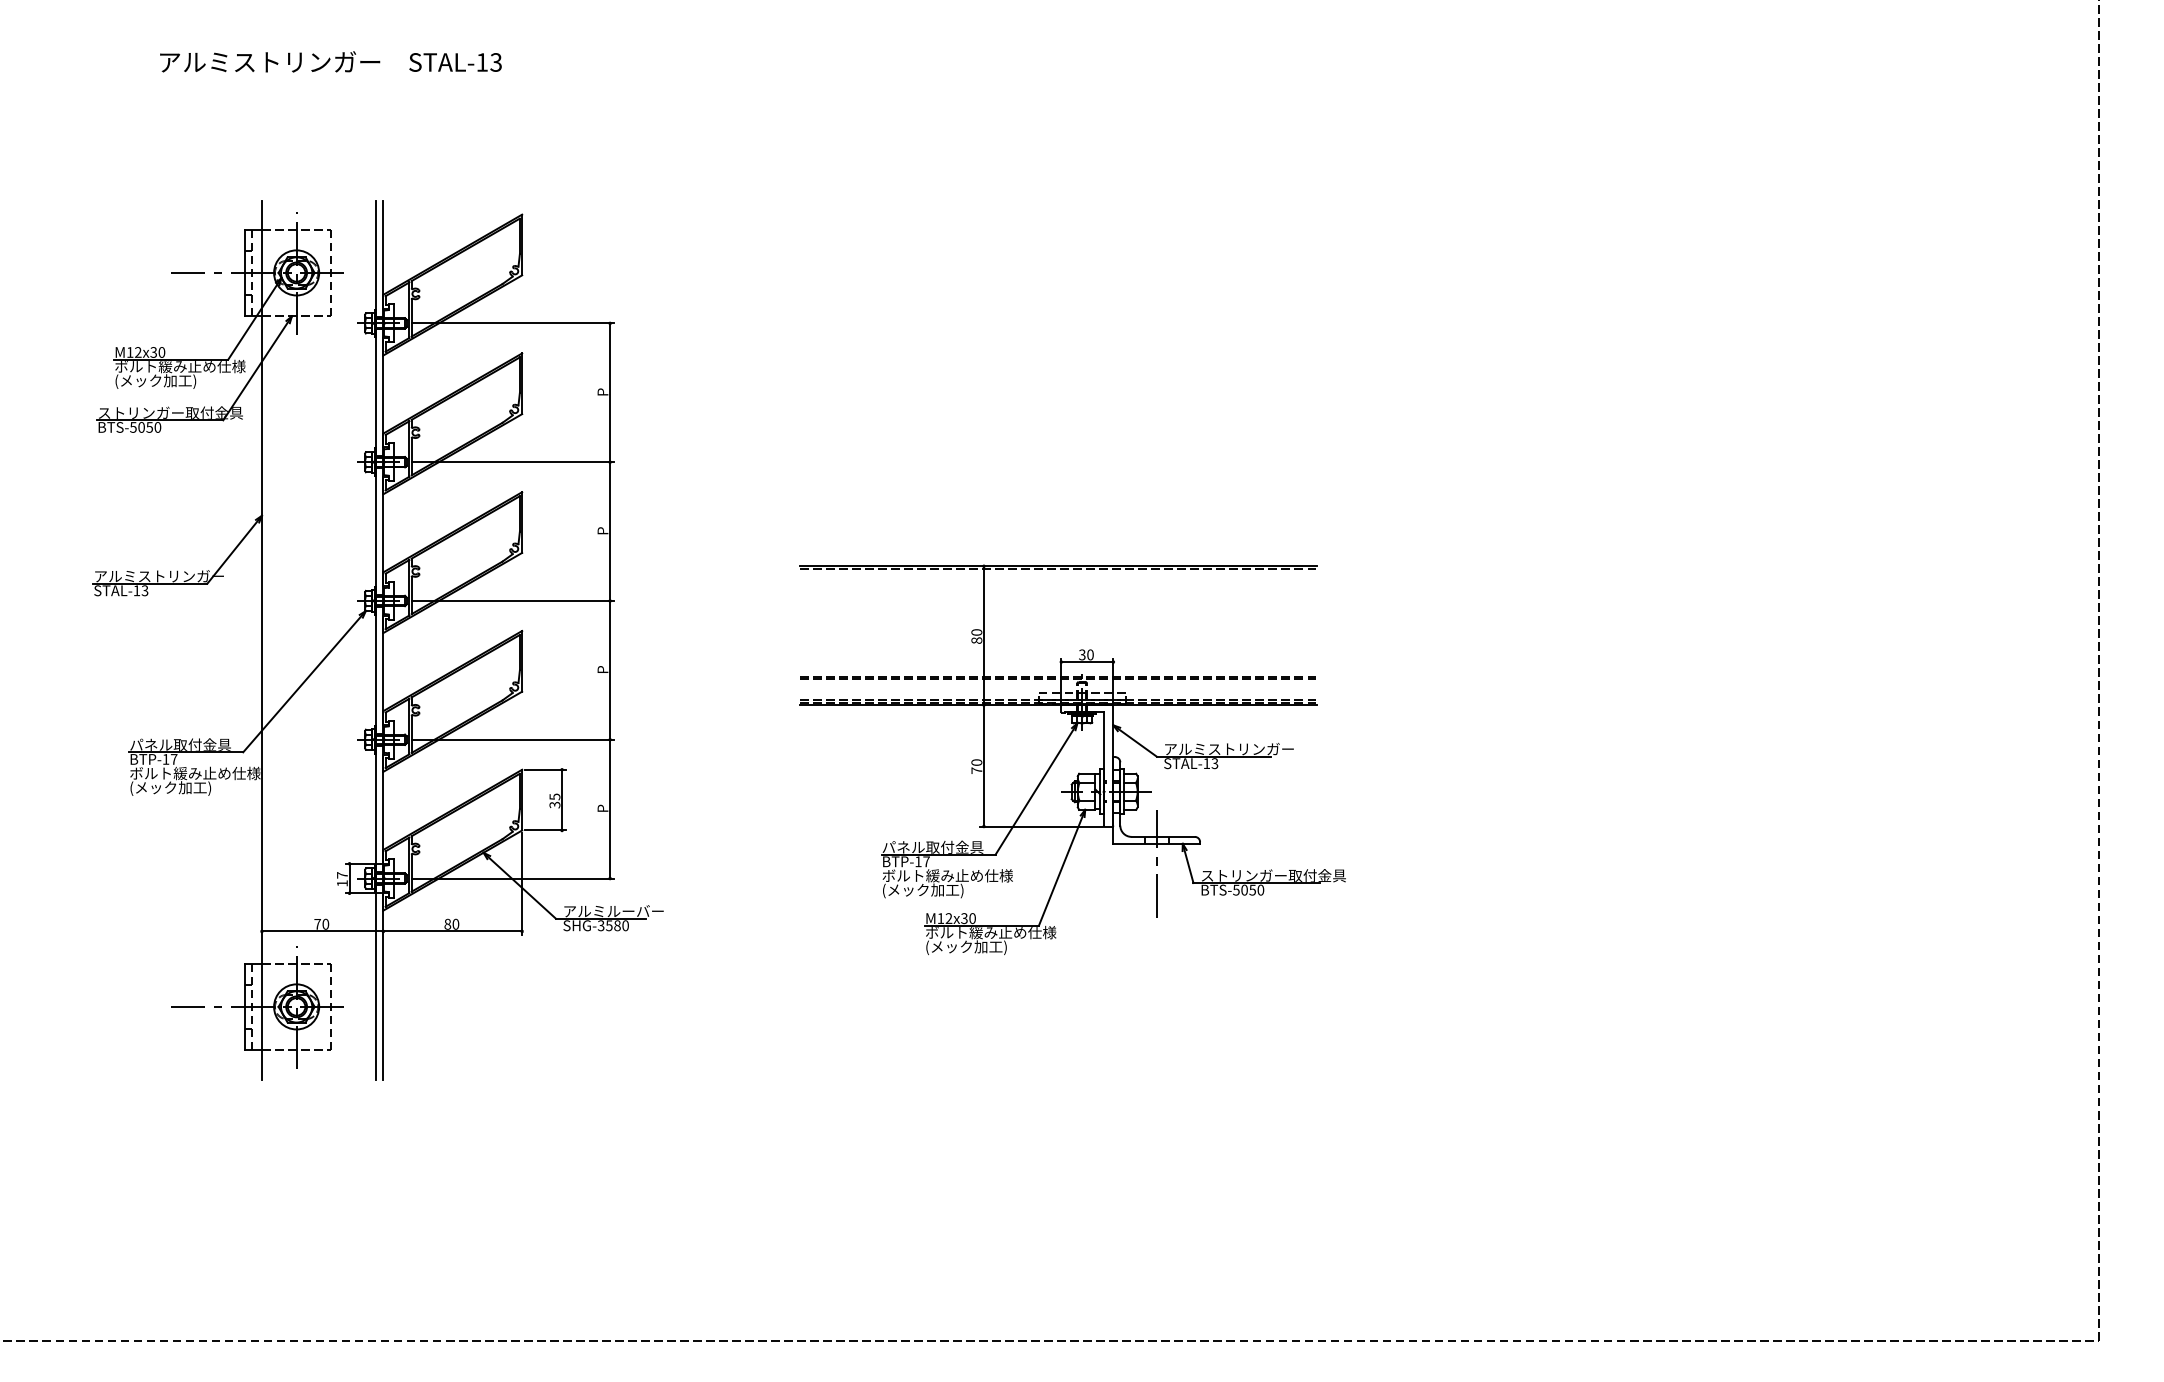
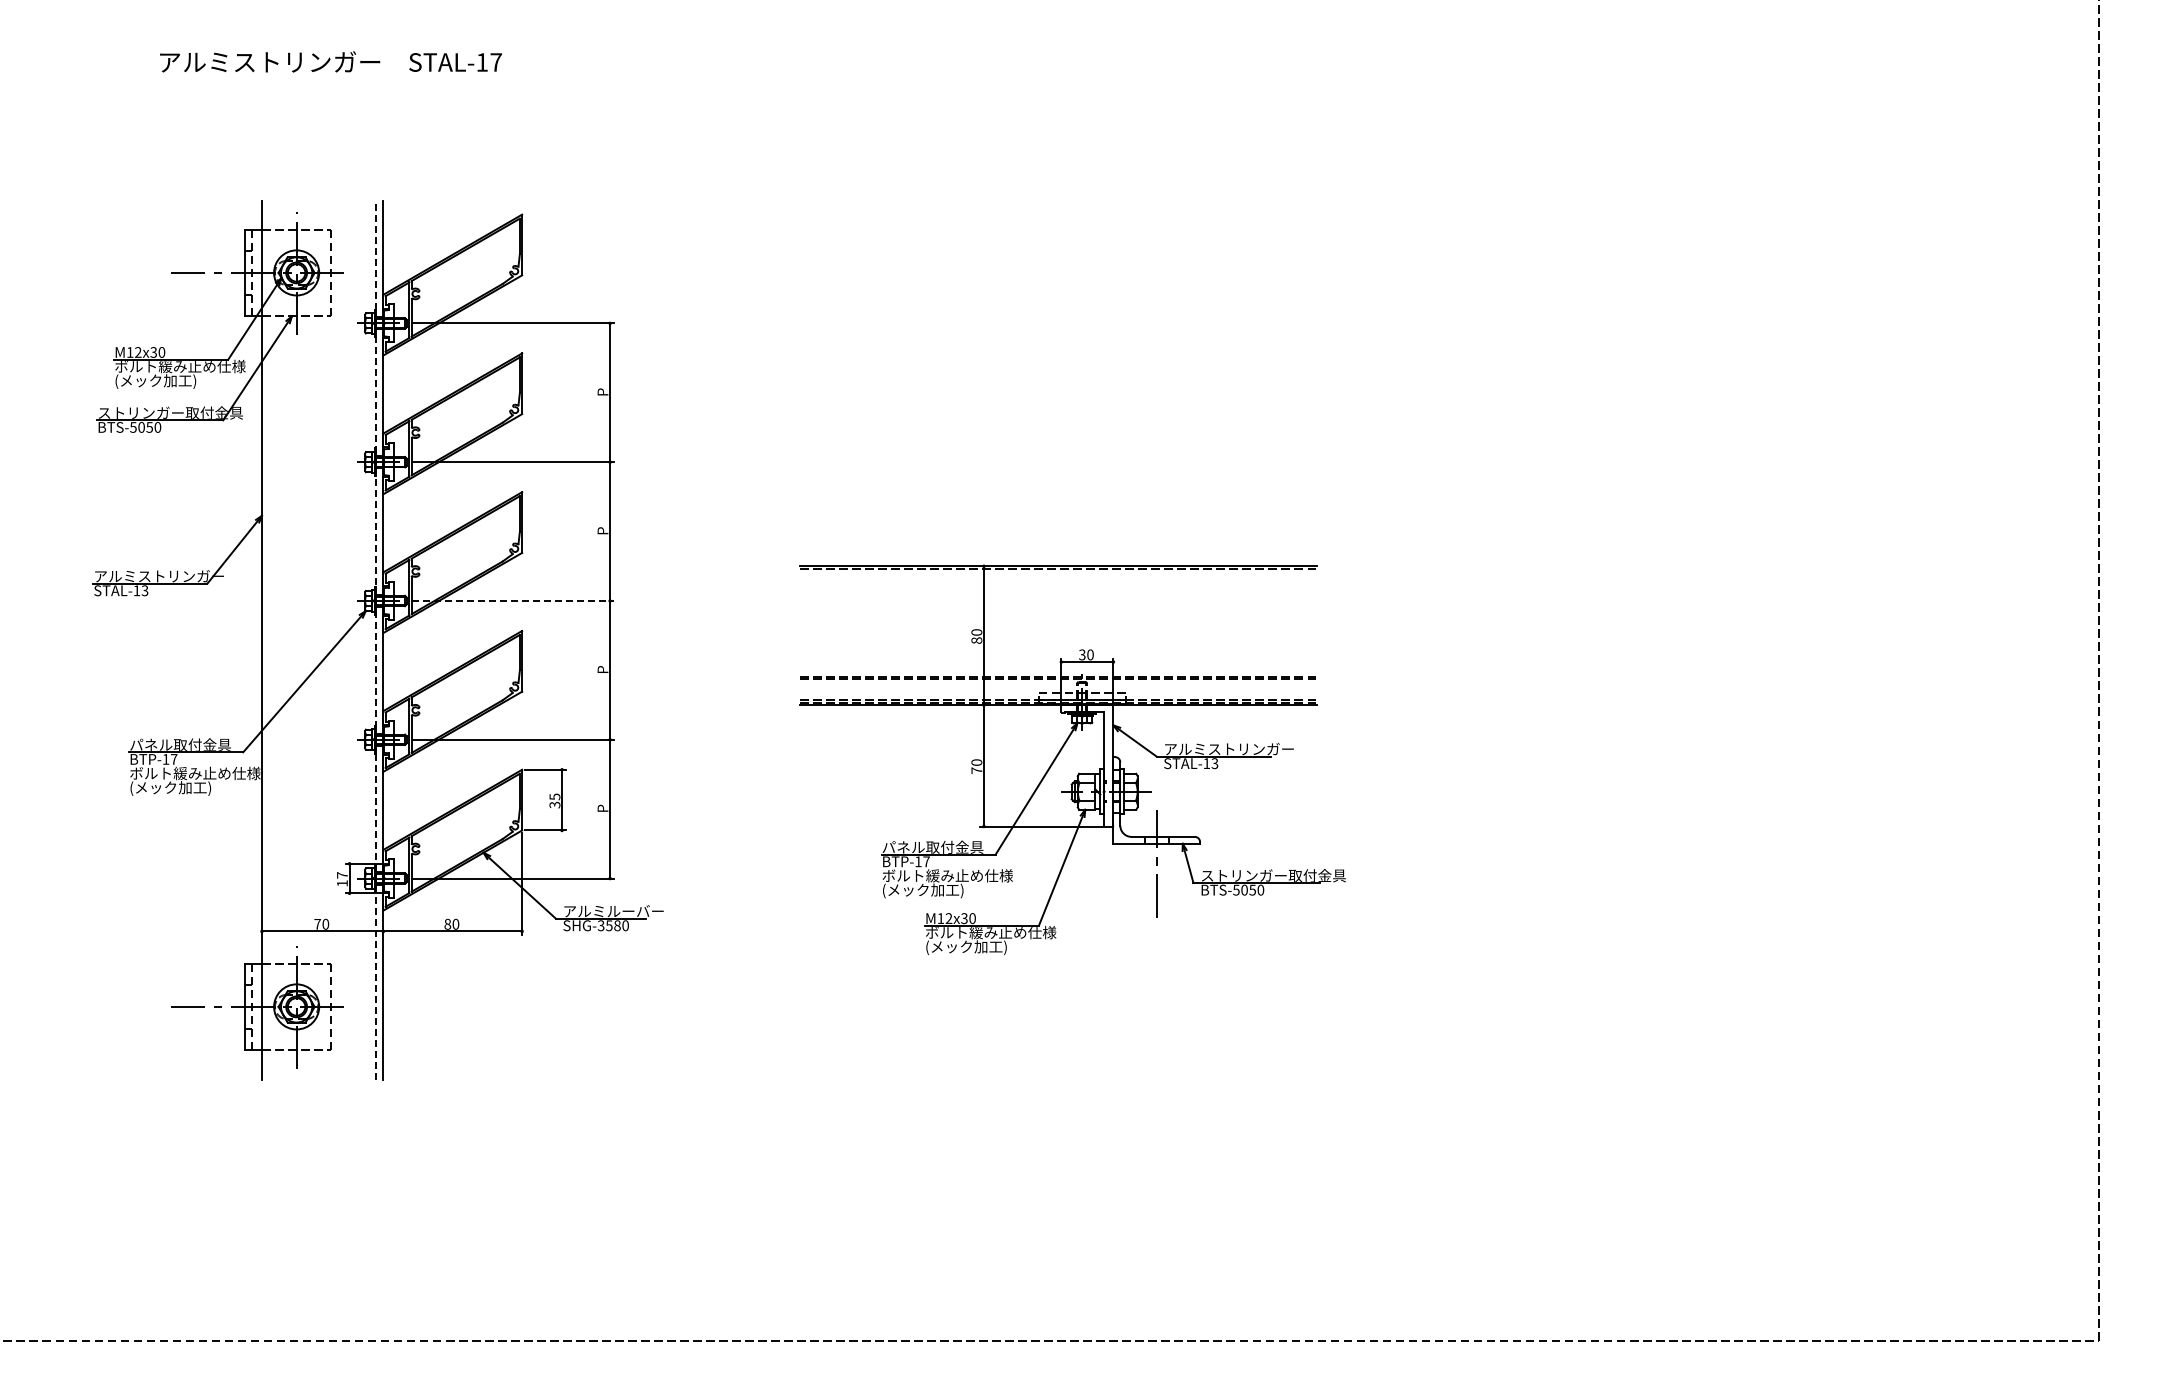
text at (495, 62): STAL-13 -> STAL-17
line at (512, 600): solid -> dashed
line at (376, 640): solid -> dashed
